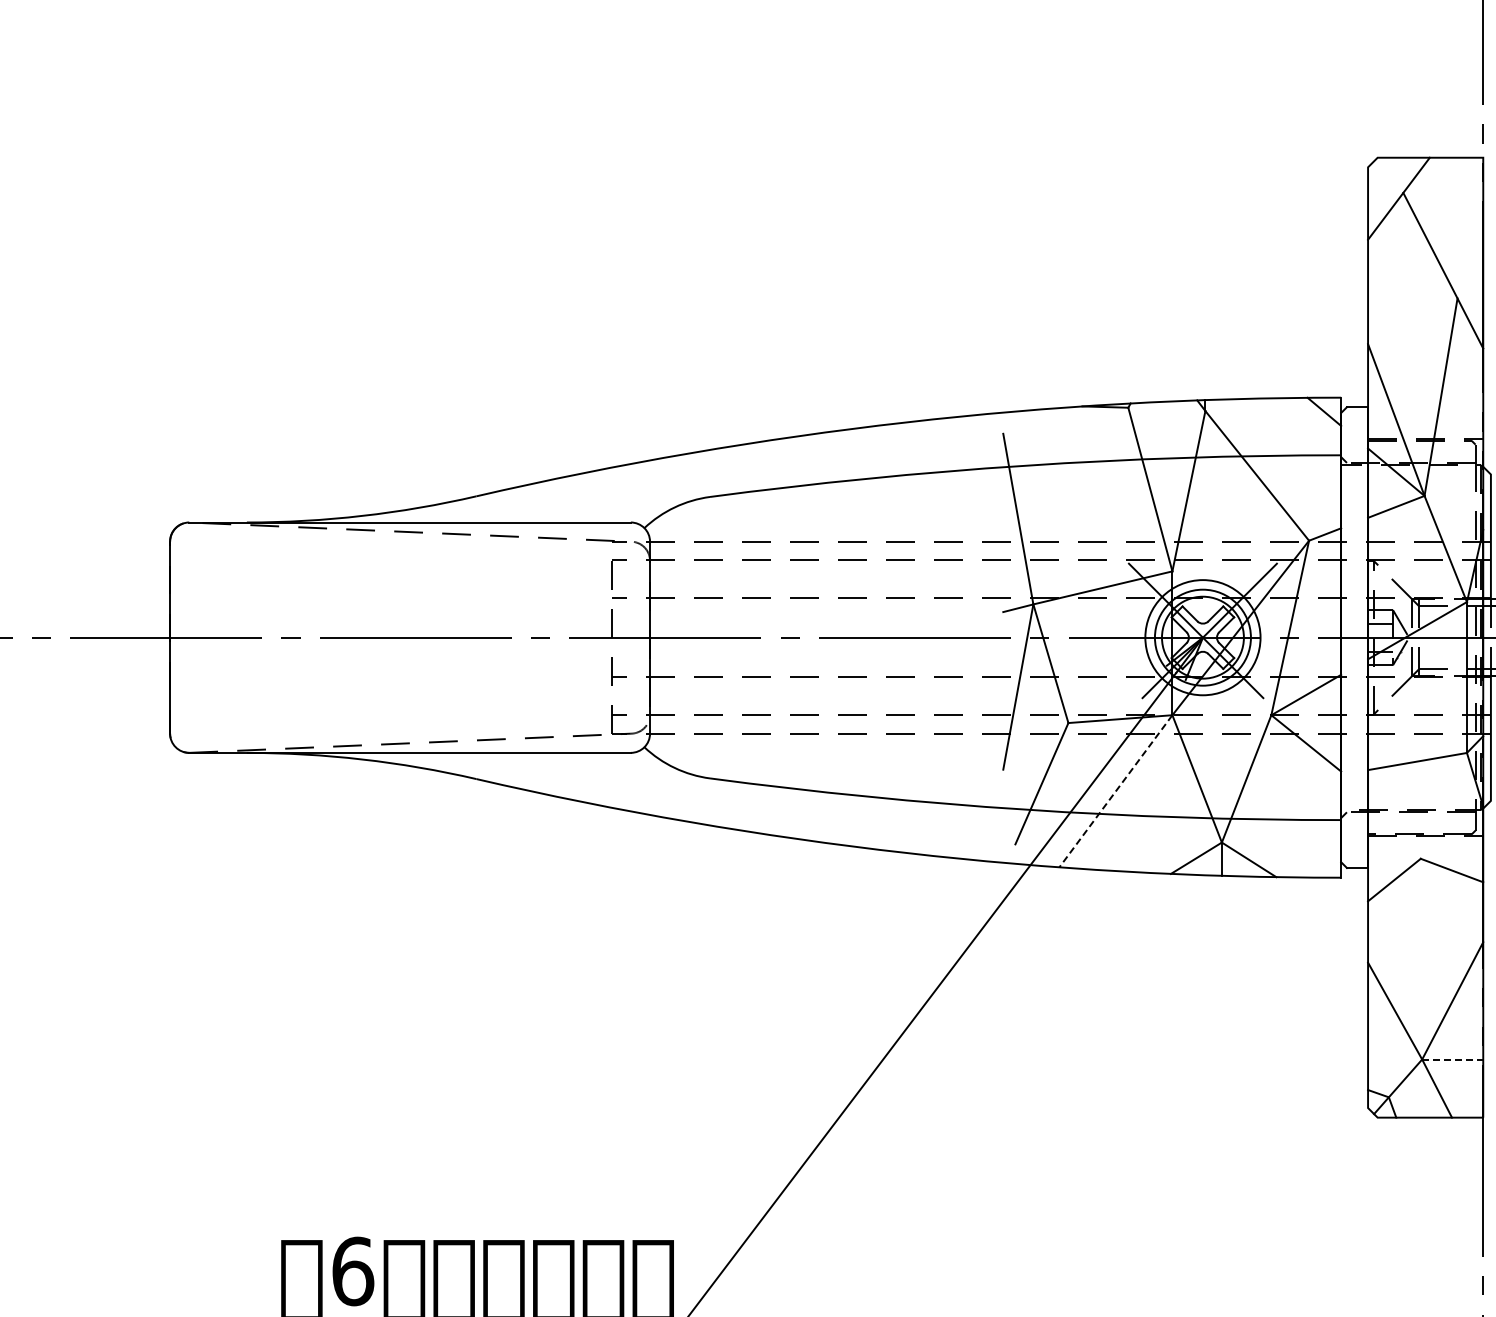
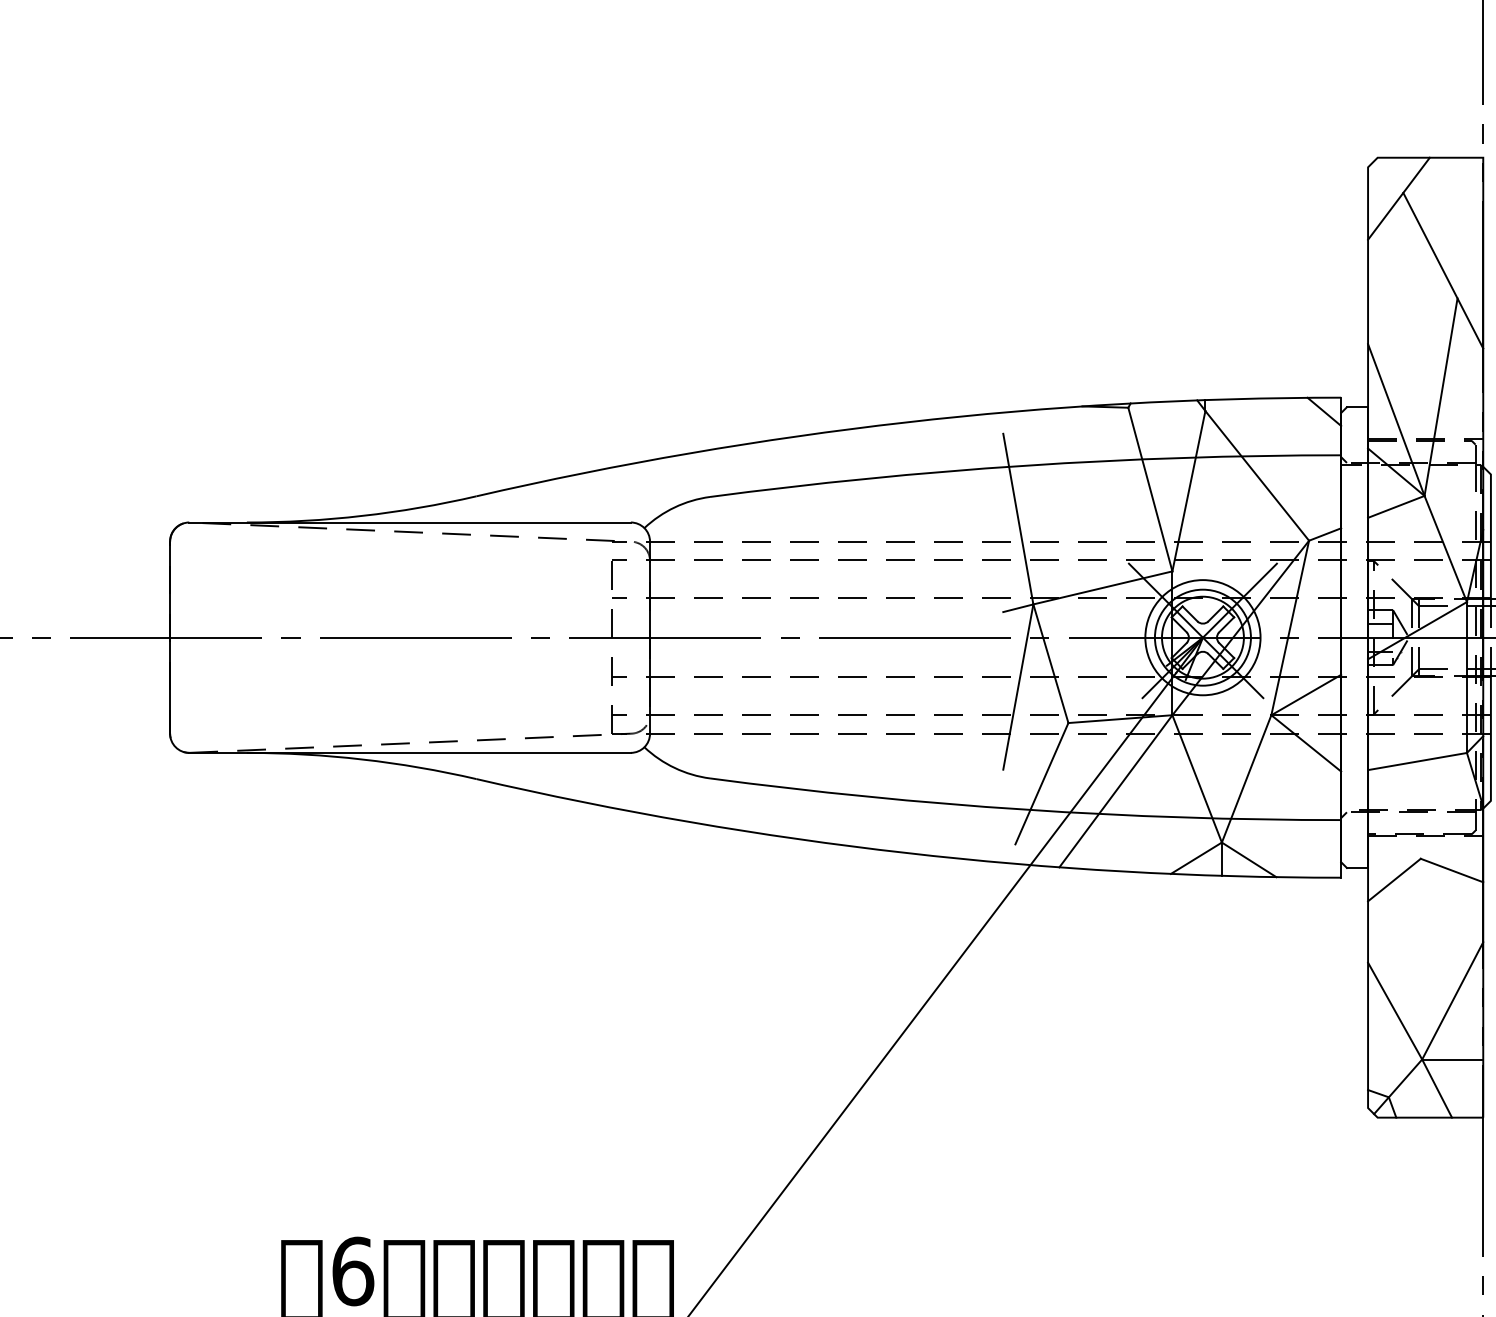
line at (1115, 791): dashed -> solid
line at (1452, 1059): dashed -> solid
